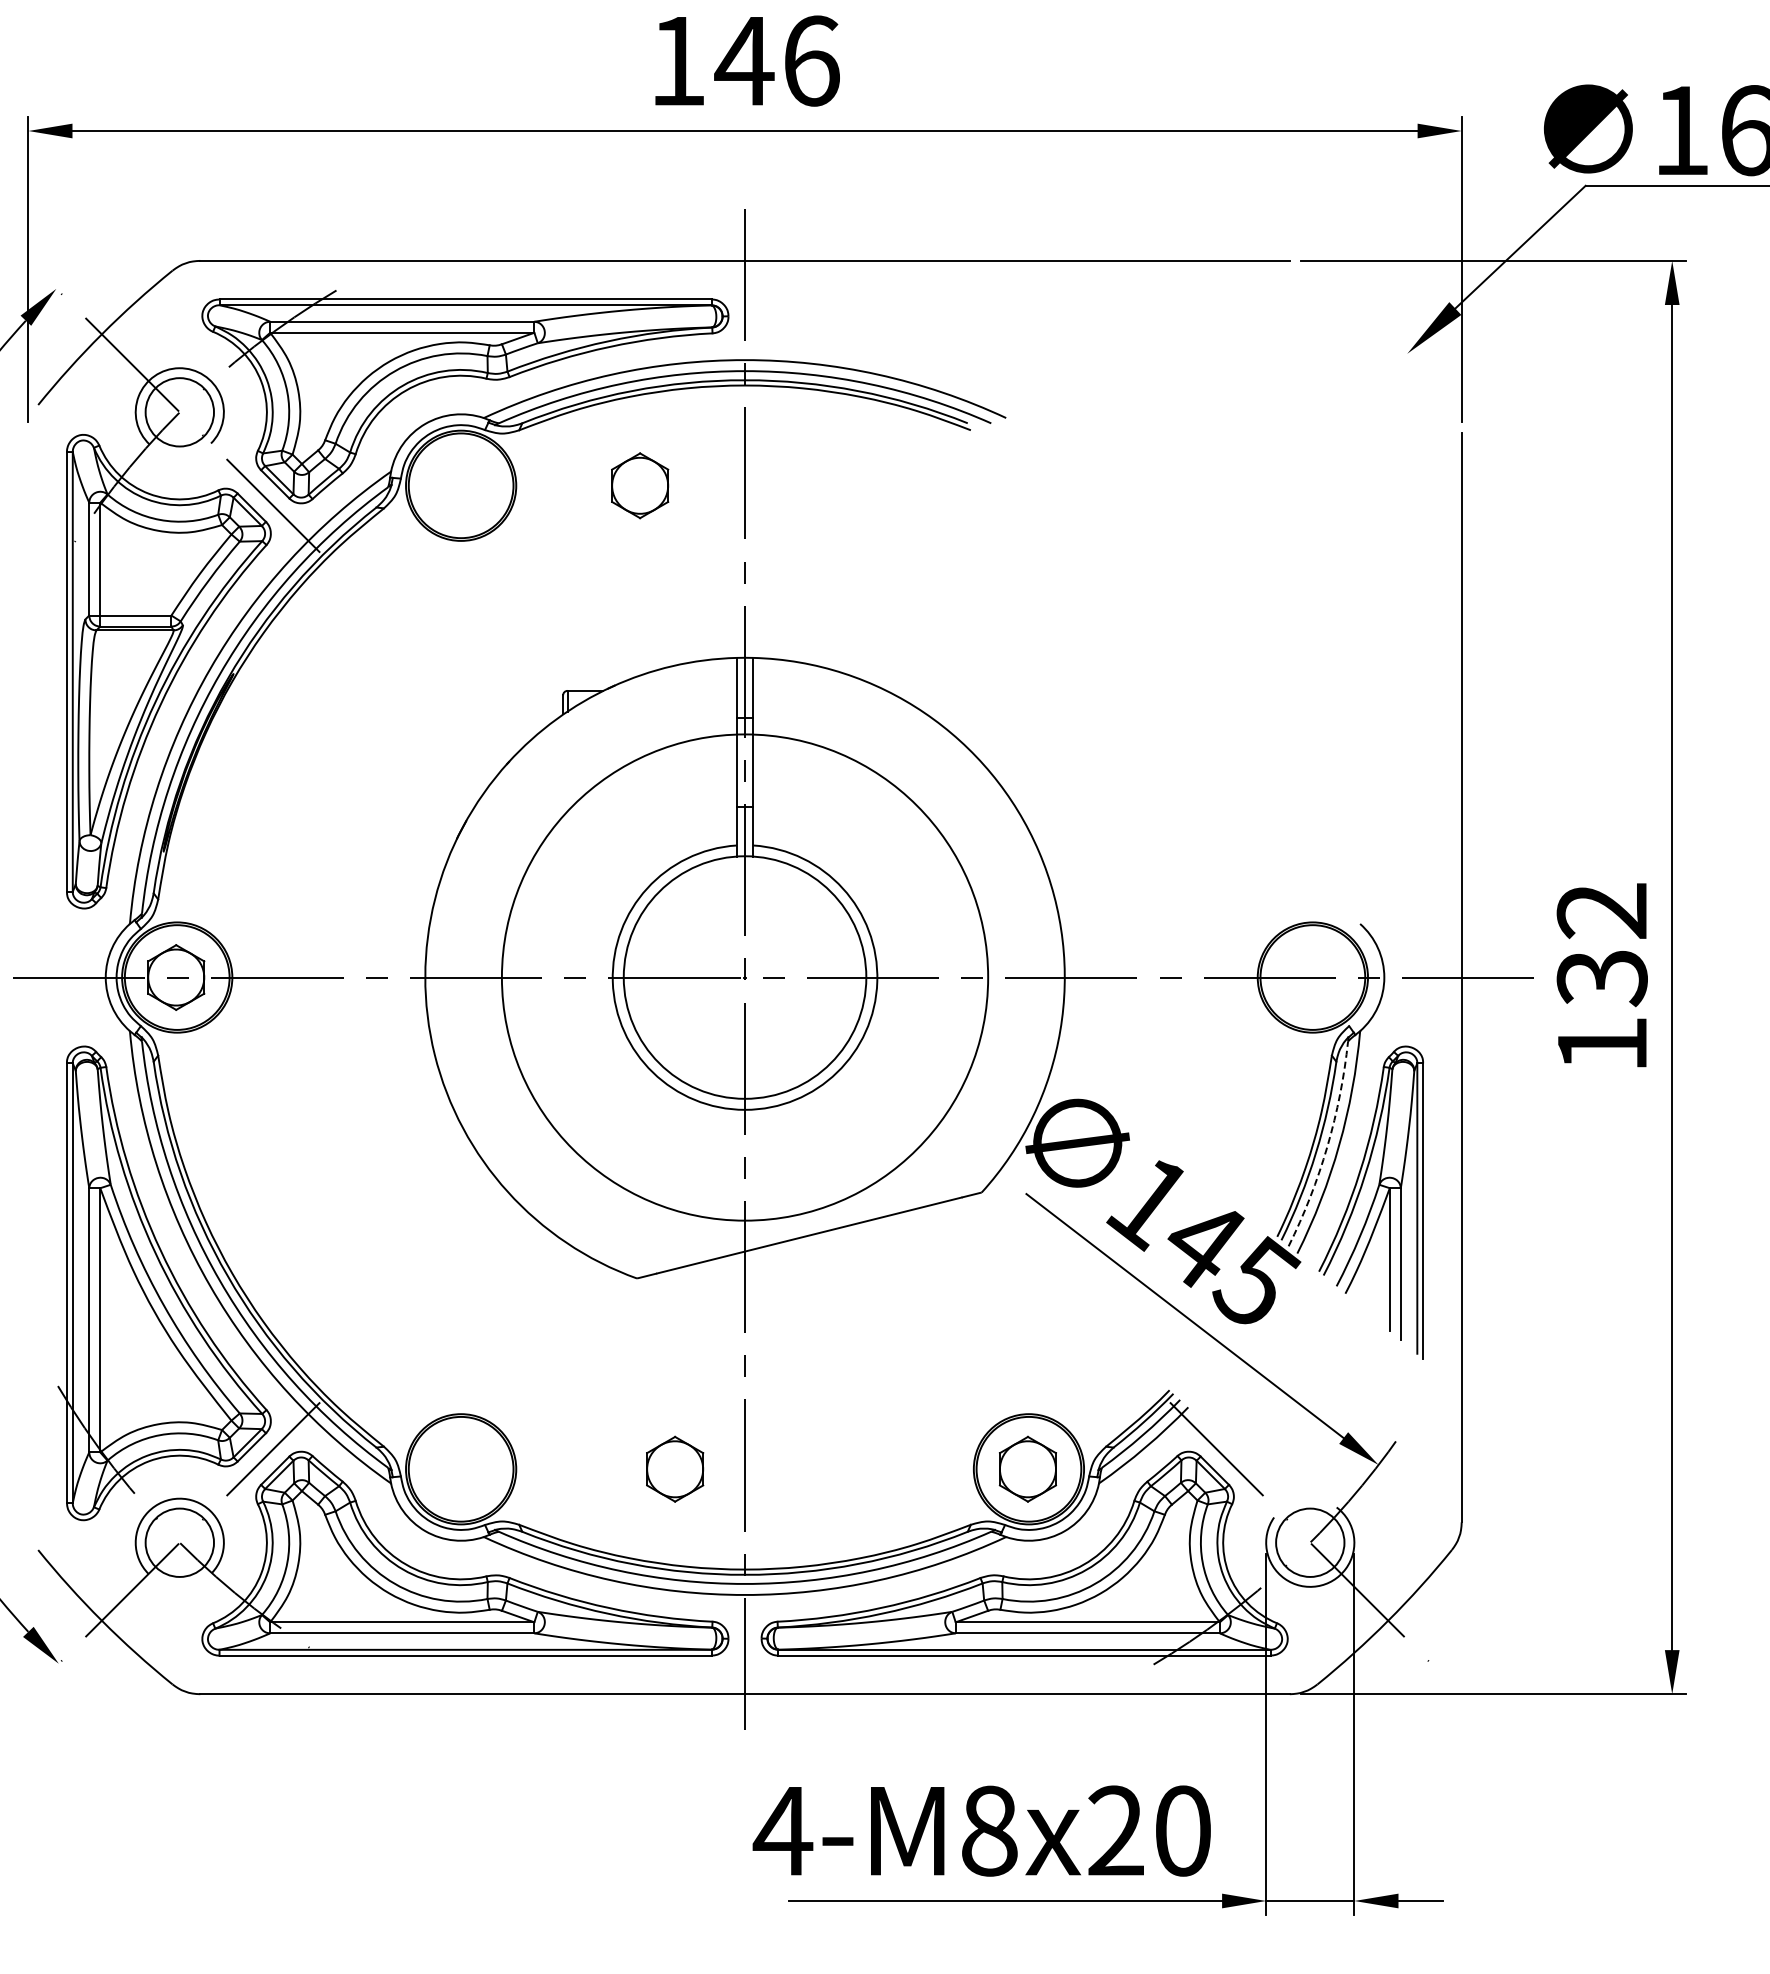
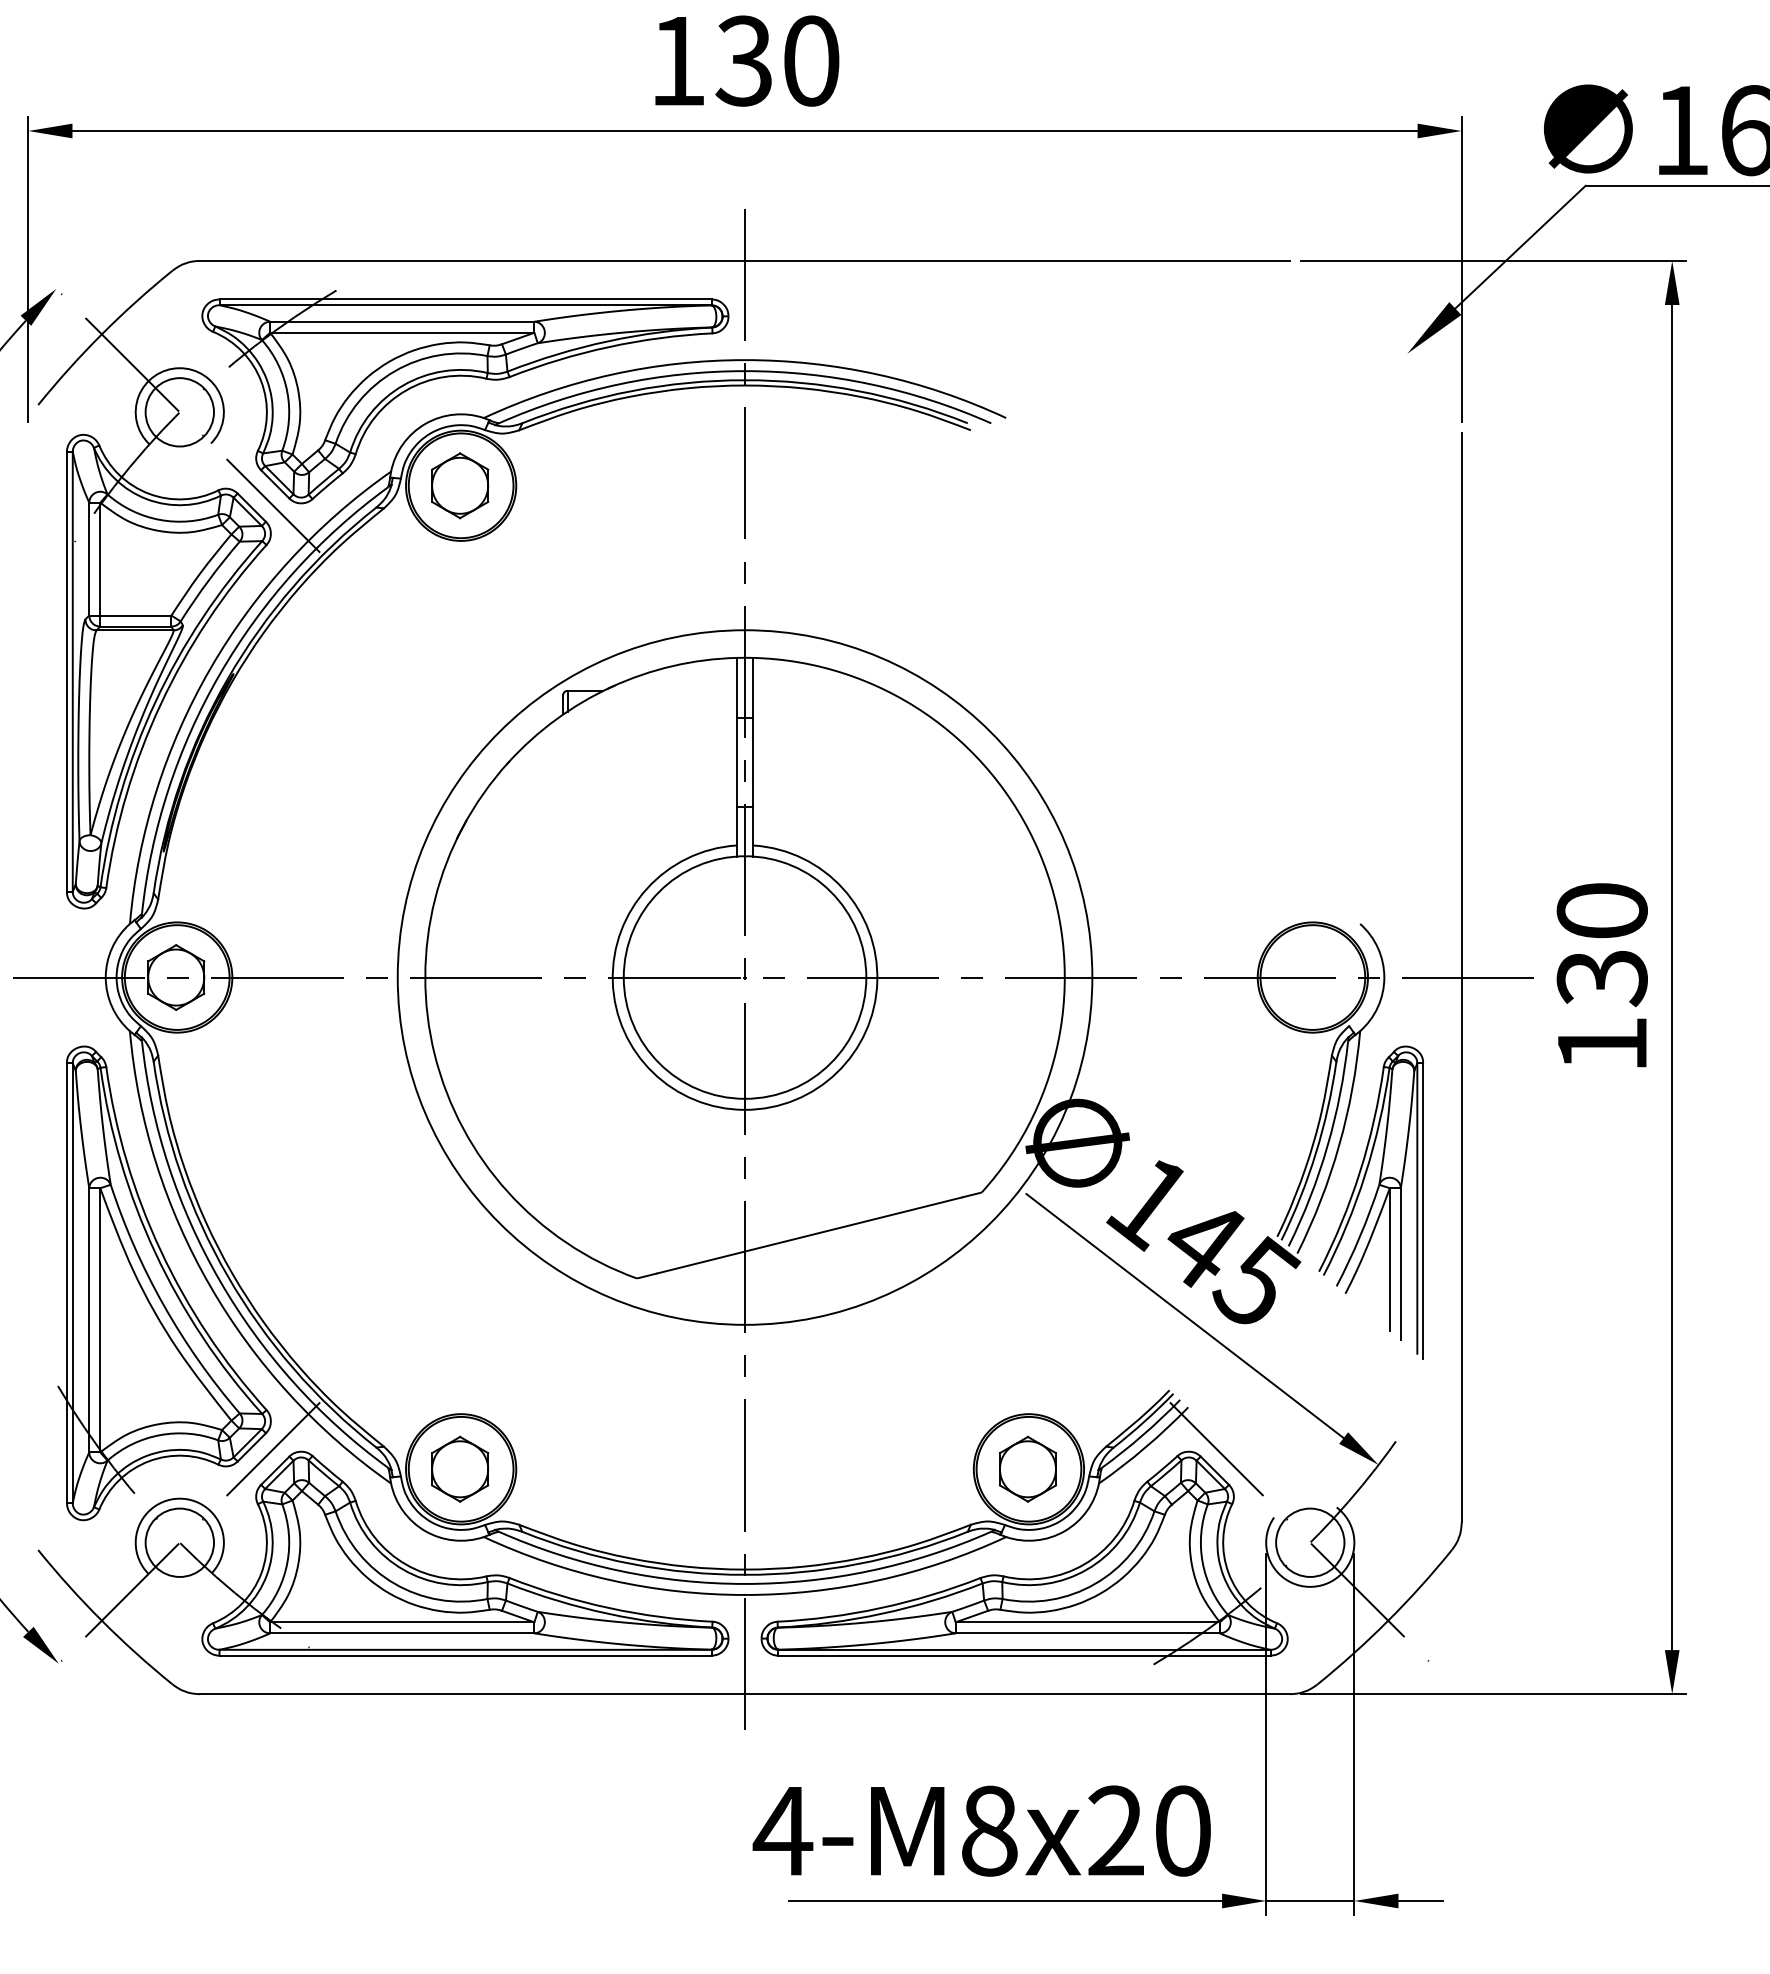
text at (776, 60): 146 -> 130
part at (640, 485) position: (640, 485) -> (460, 485)
text at (1601, 911): 132 -> 130
circle at (744, 977) diameter: 486 px -> 695 px
arc at (1327, 1146): dashed -> solid
part at (675, 1468) position: (675, 1468) -> (460, 1468)
